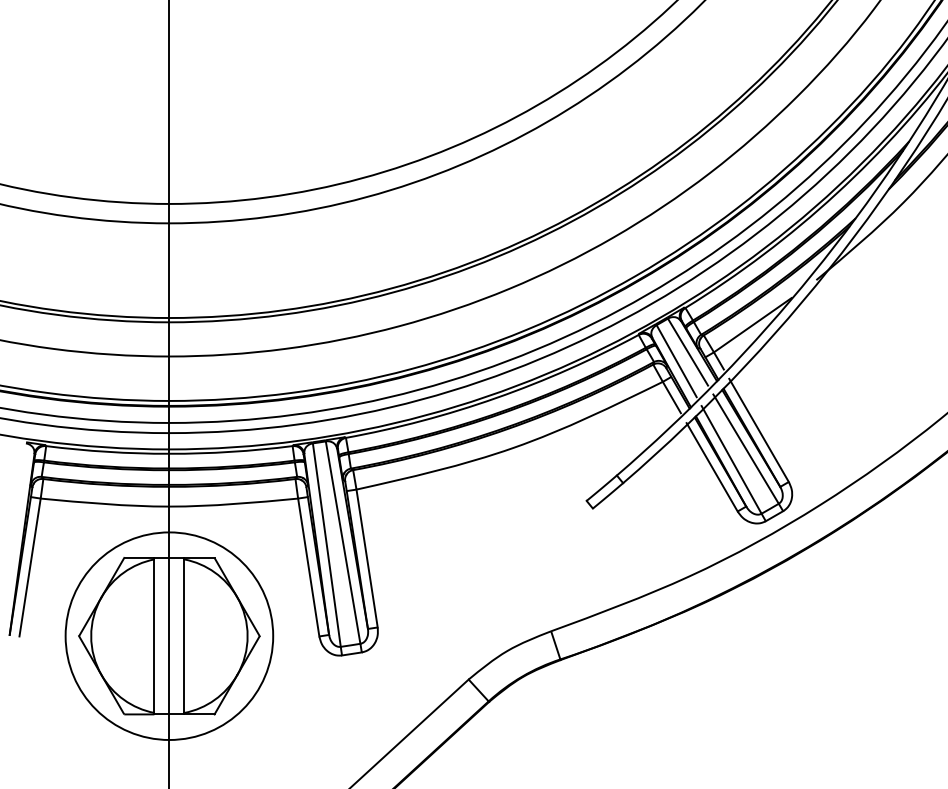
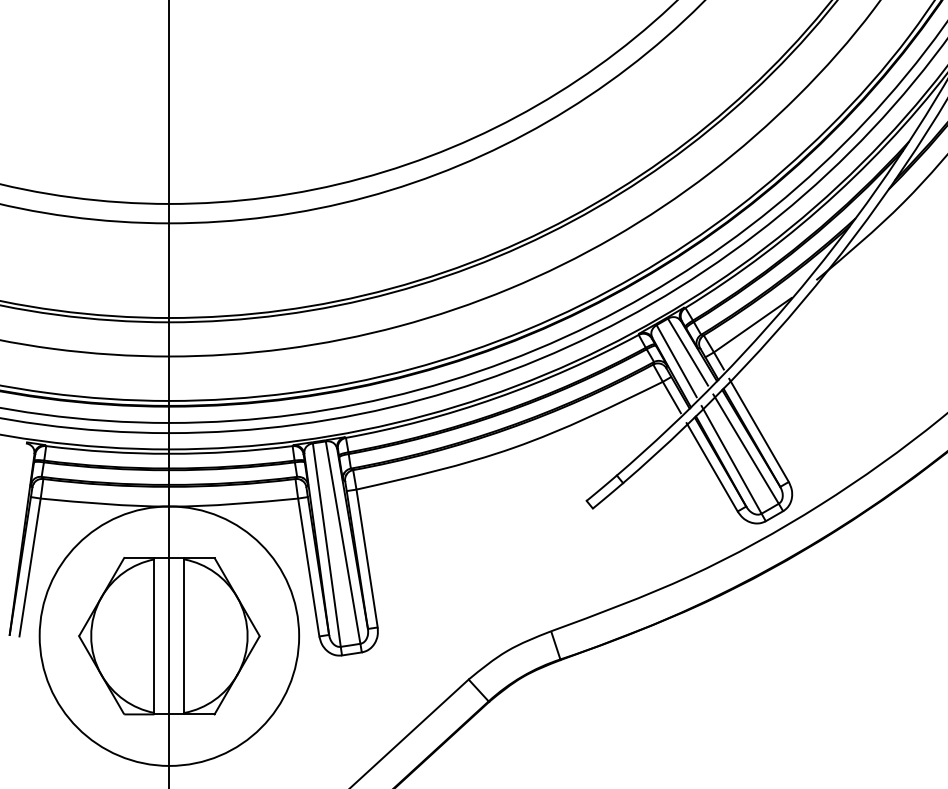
circle at (169, 635) diameter: 208 px -> 259 px
